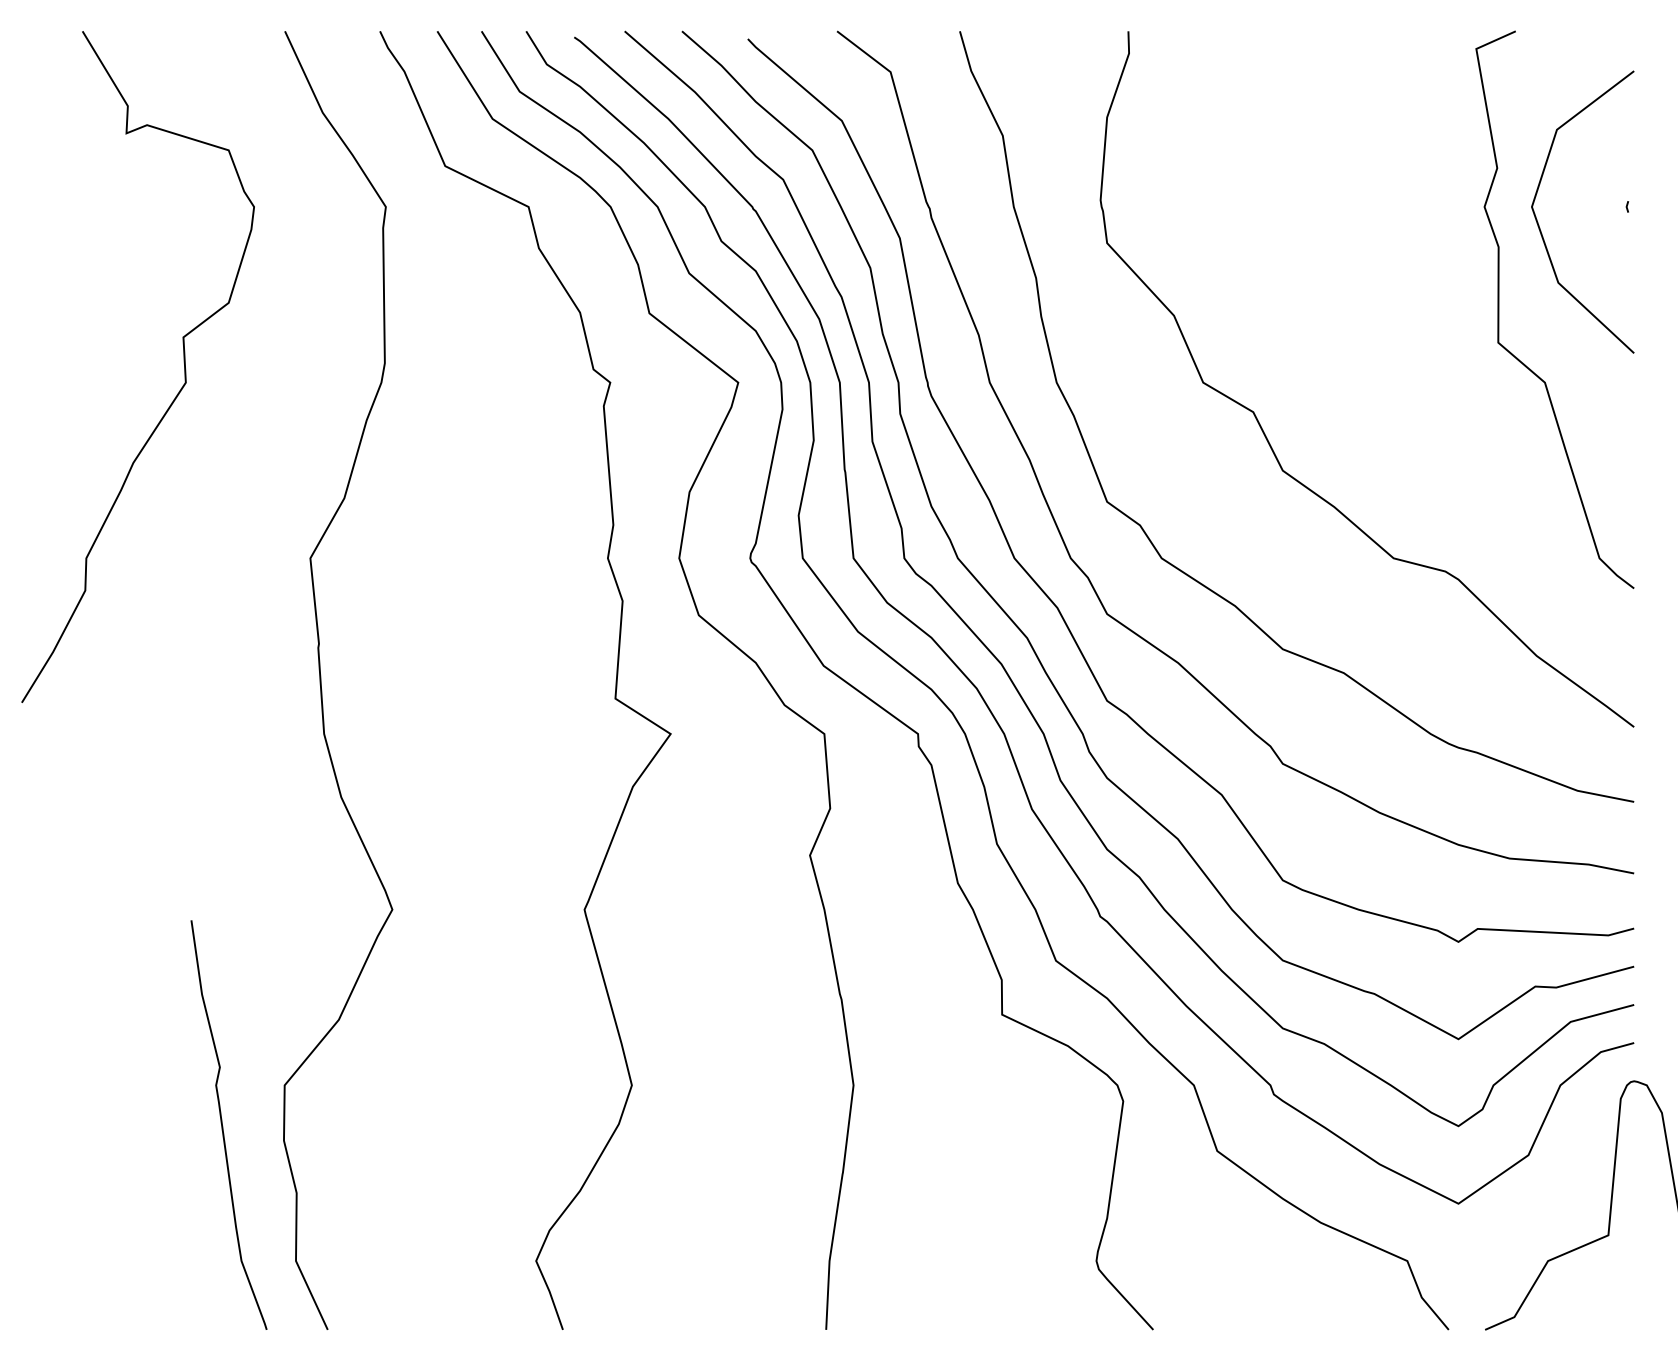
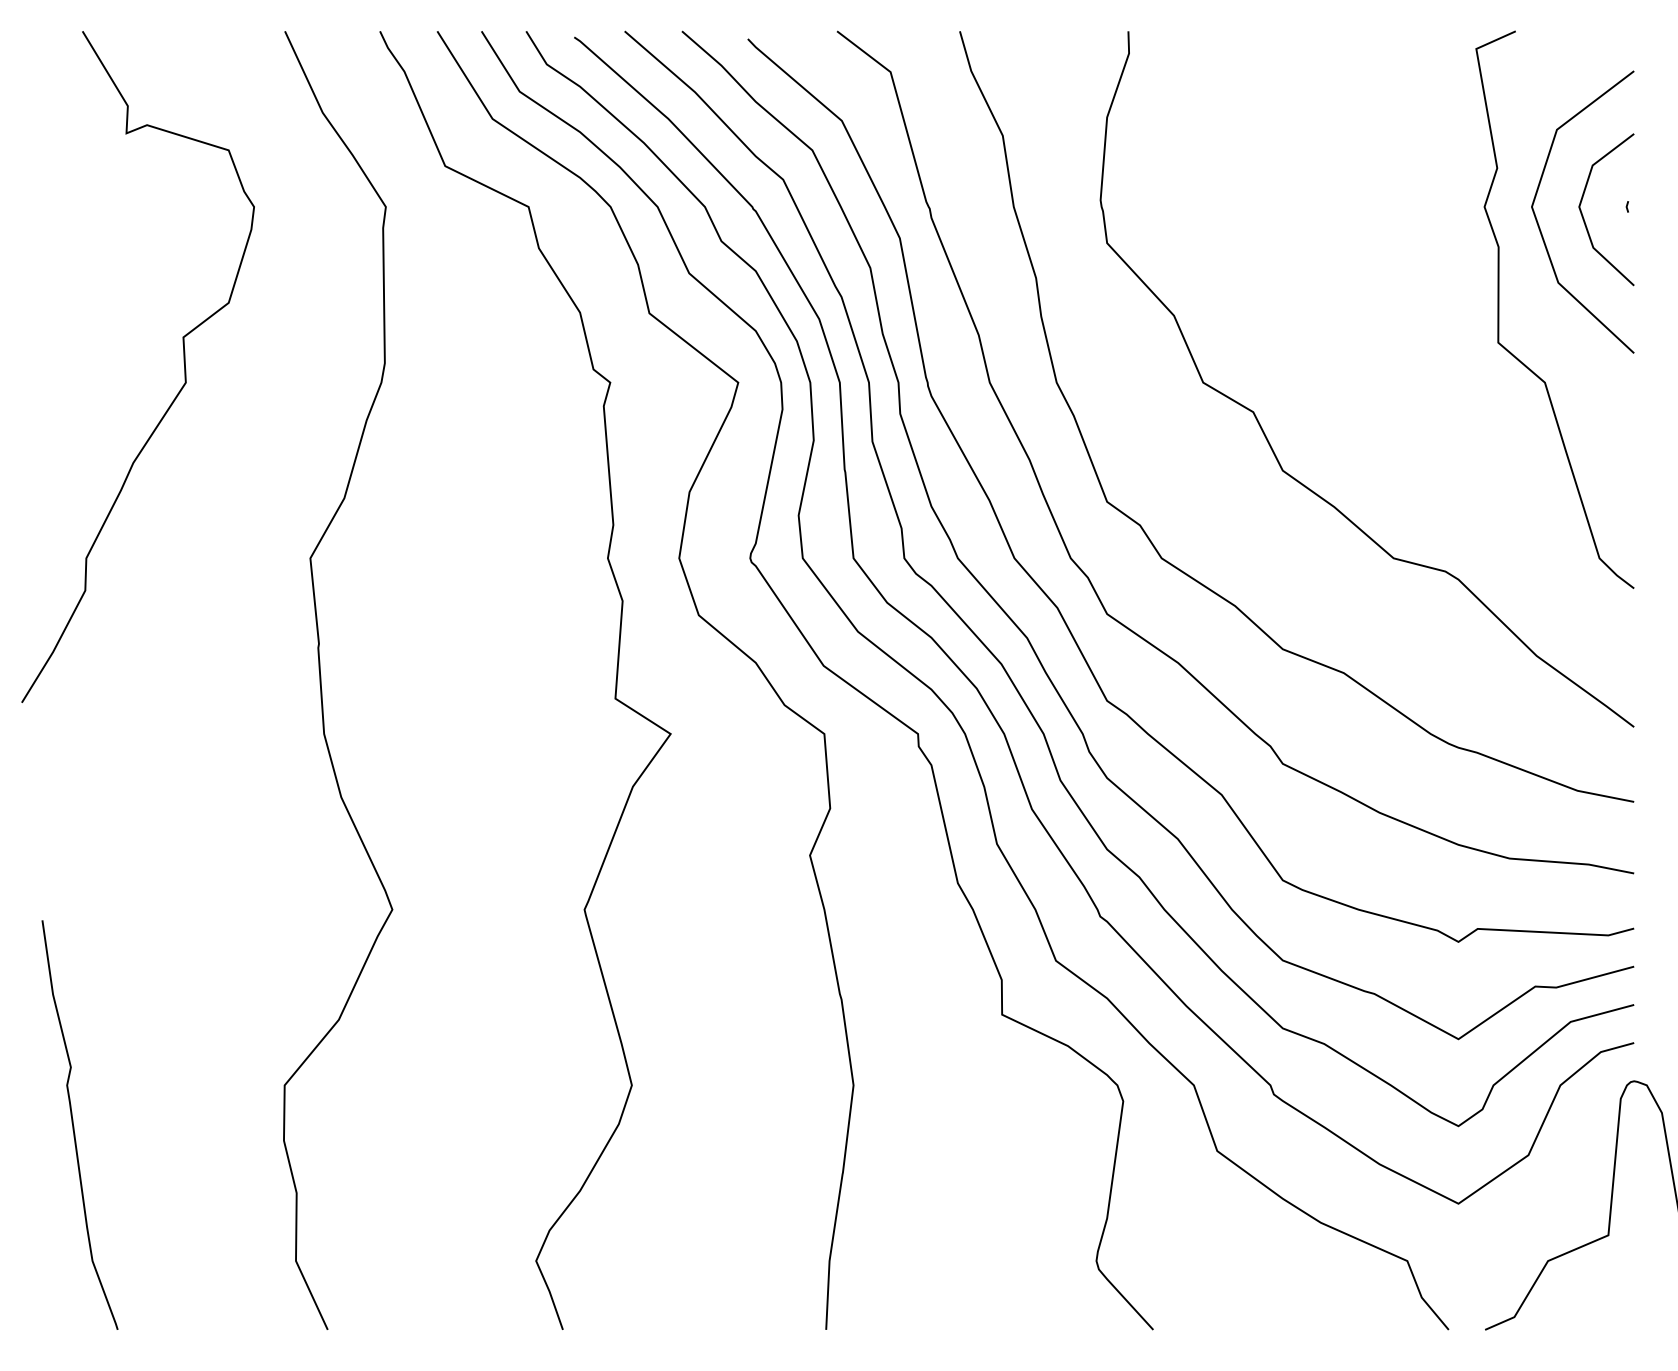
line at (1583, 215): none -> present
curve at (223, 1126) position: (223, 1126) -> (74, 1126)
